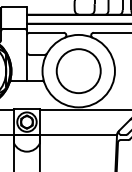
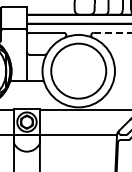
line at (112, 32): solid -> dashed
circle at (78, 71) diameter: 44 px -> 55 px
